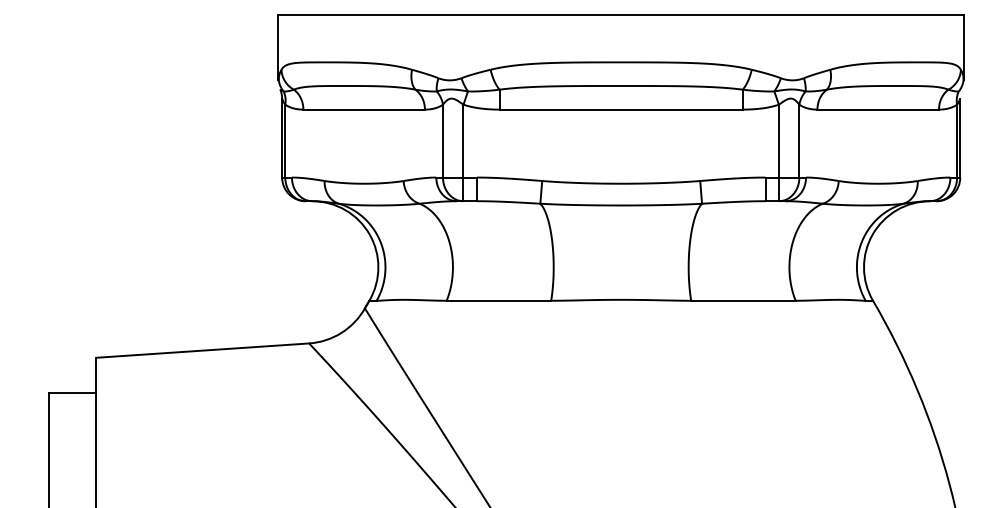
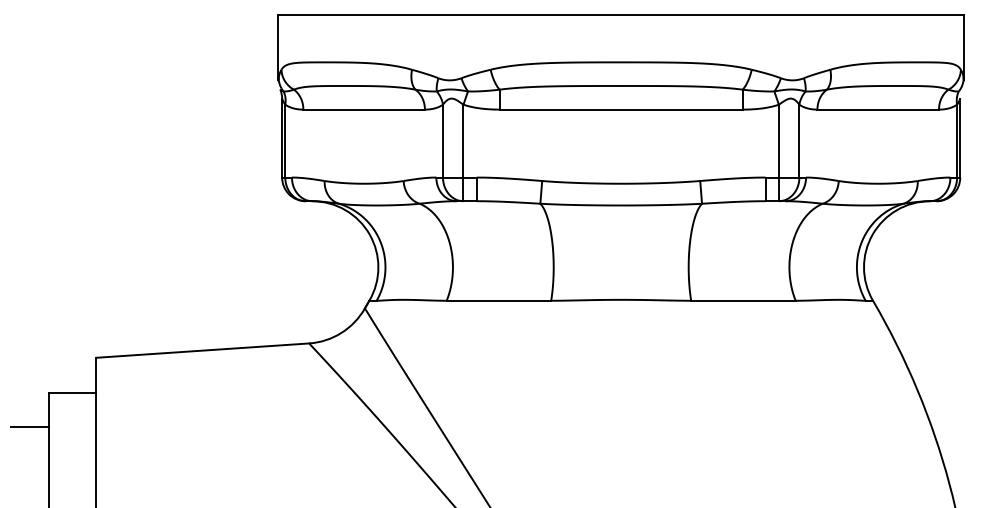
line at (30, 427): none -> present
